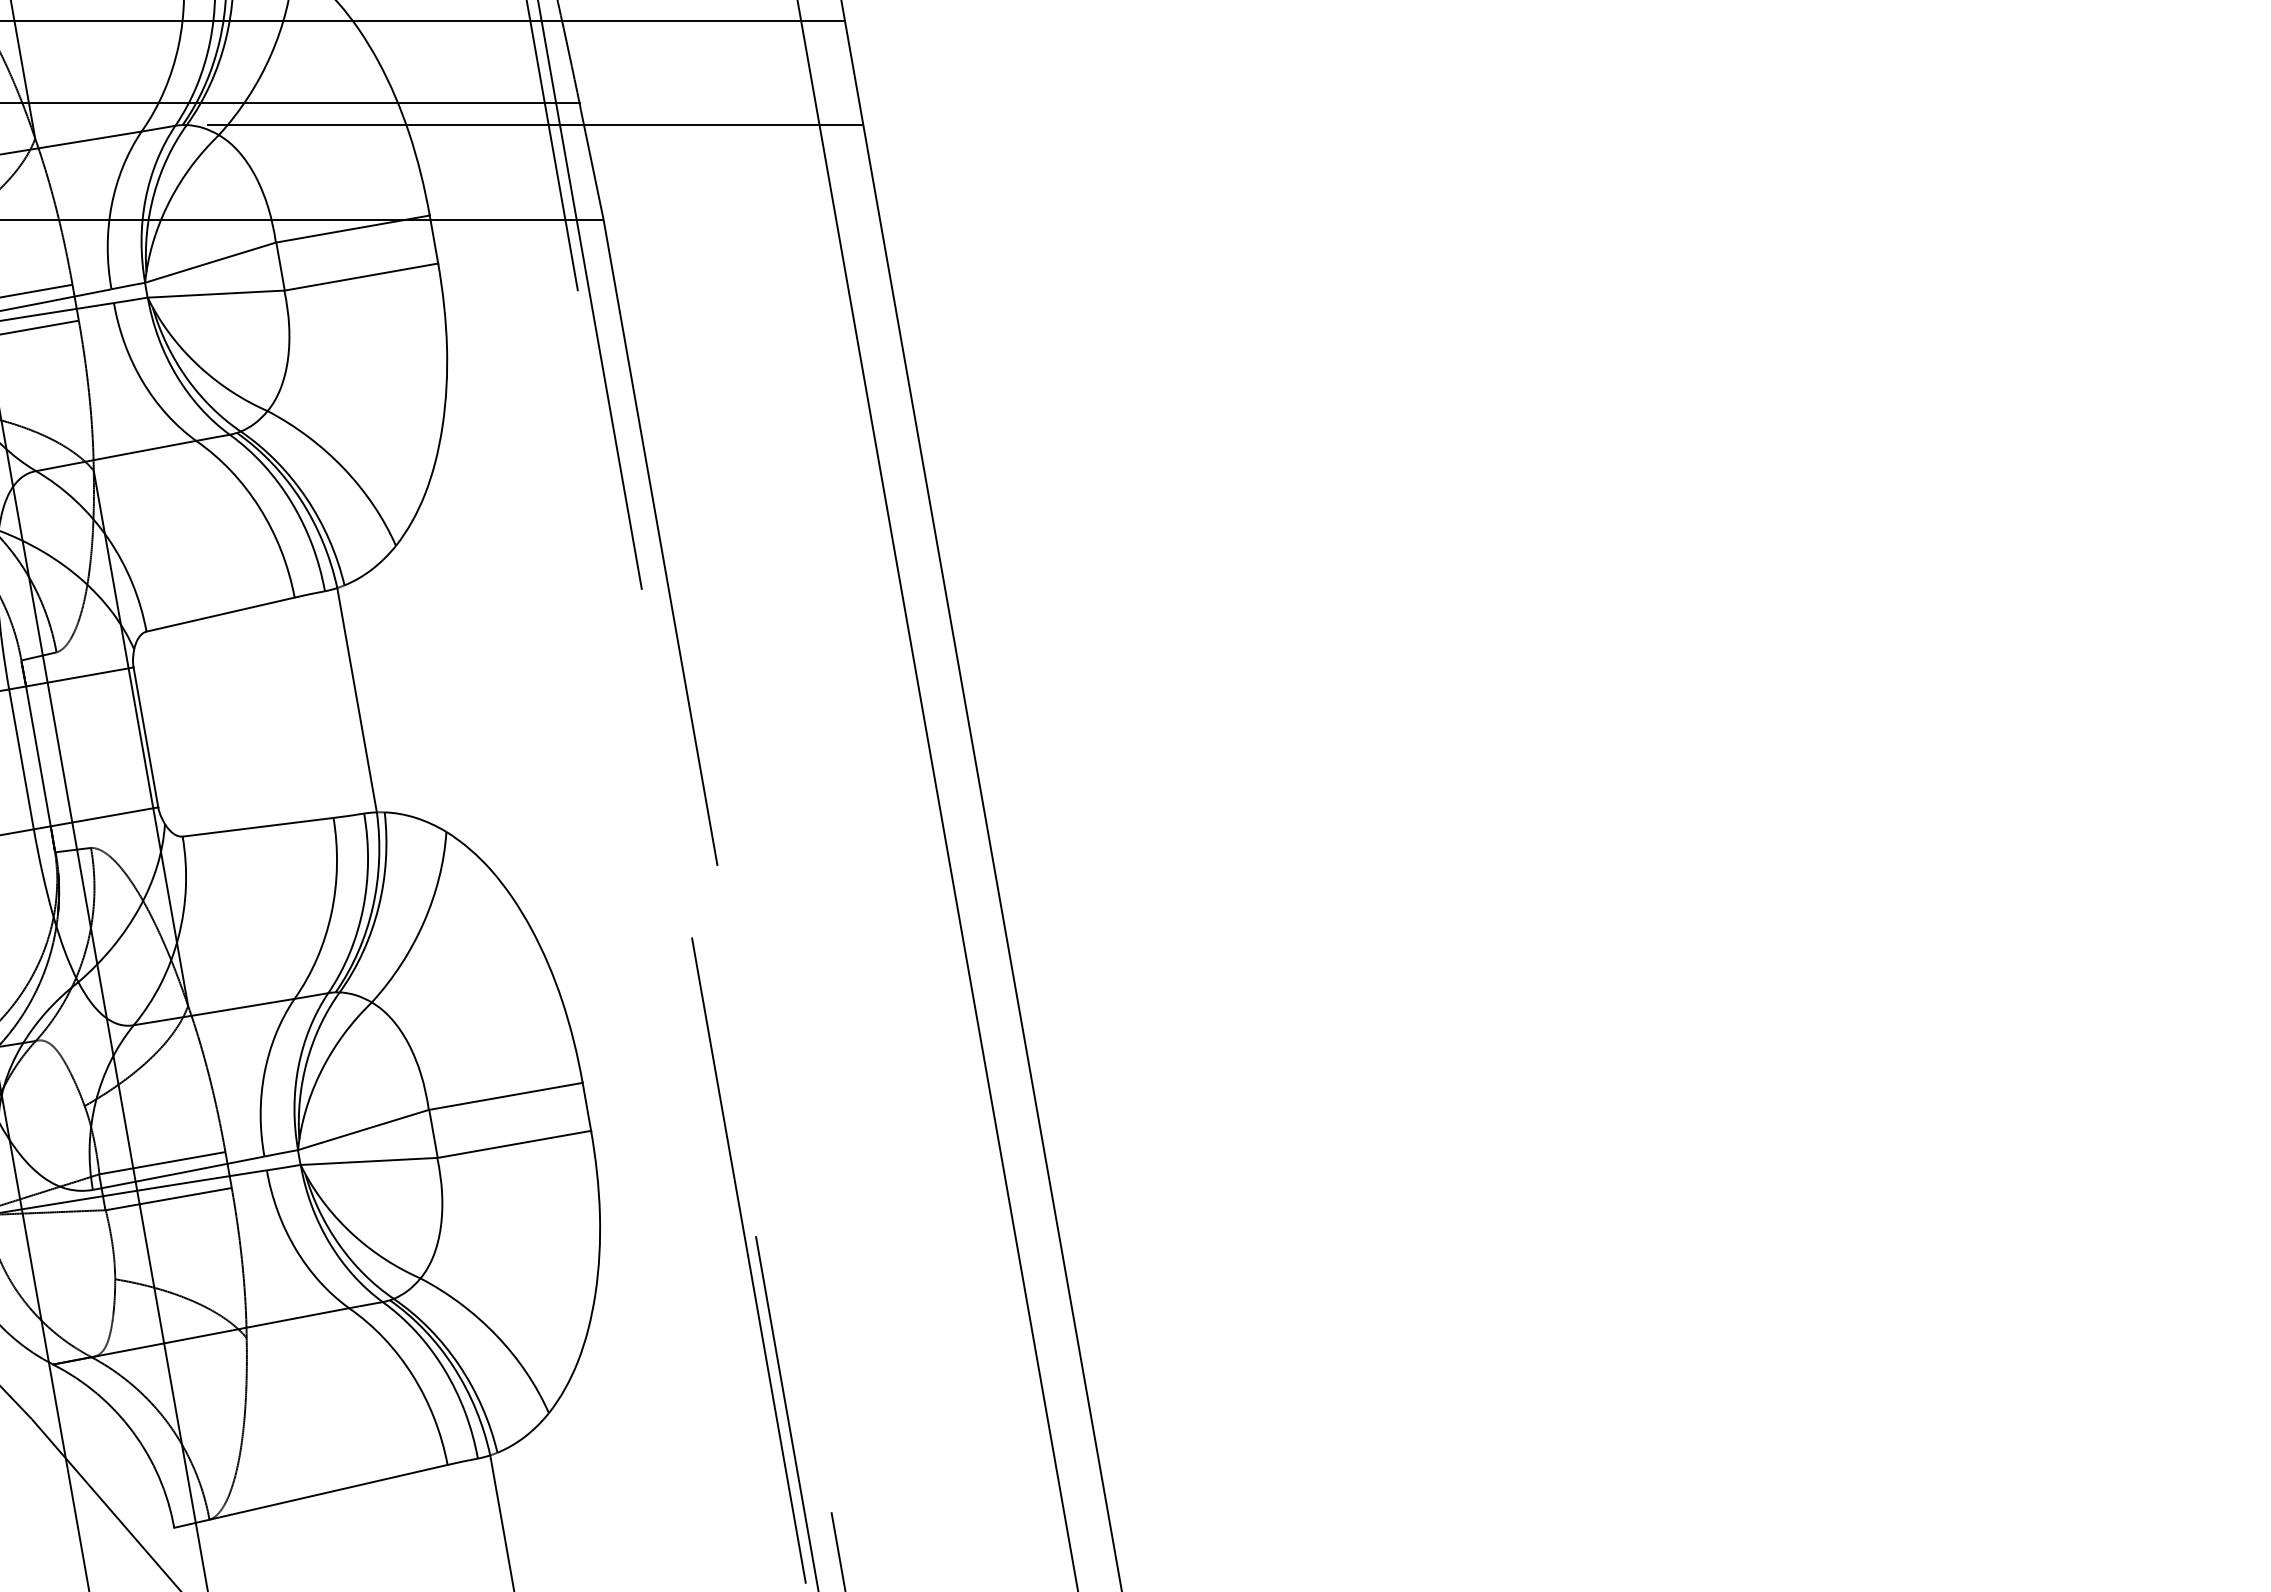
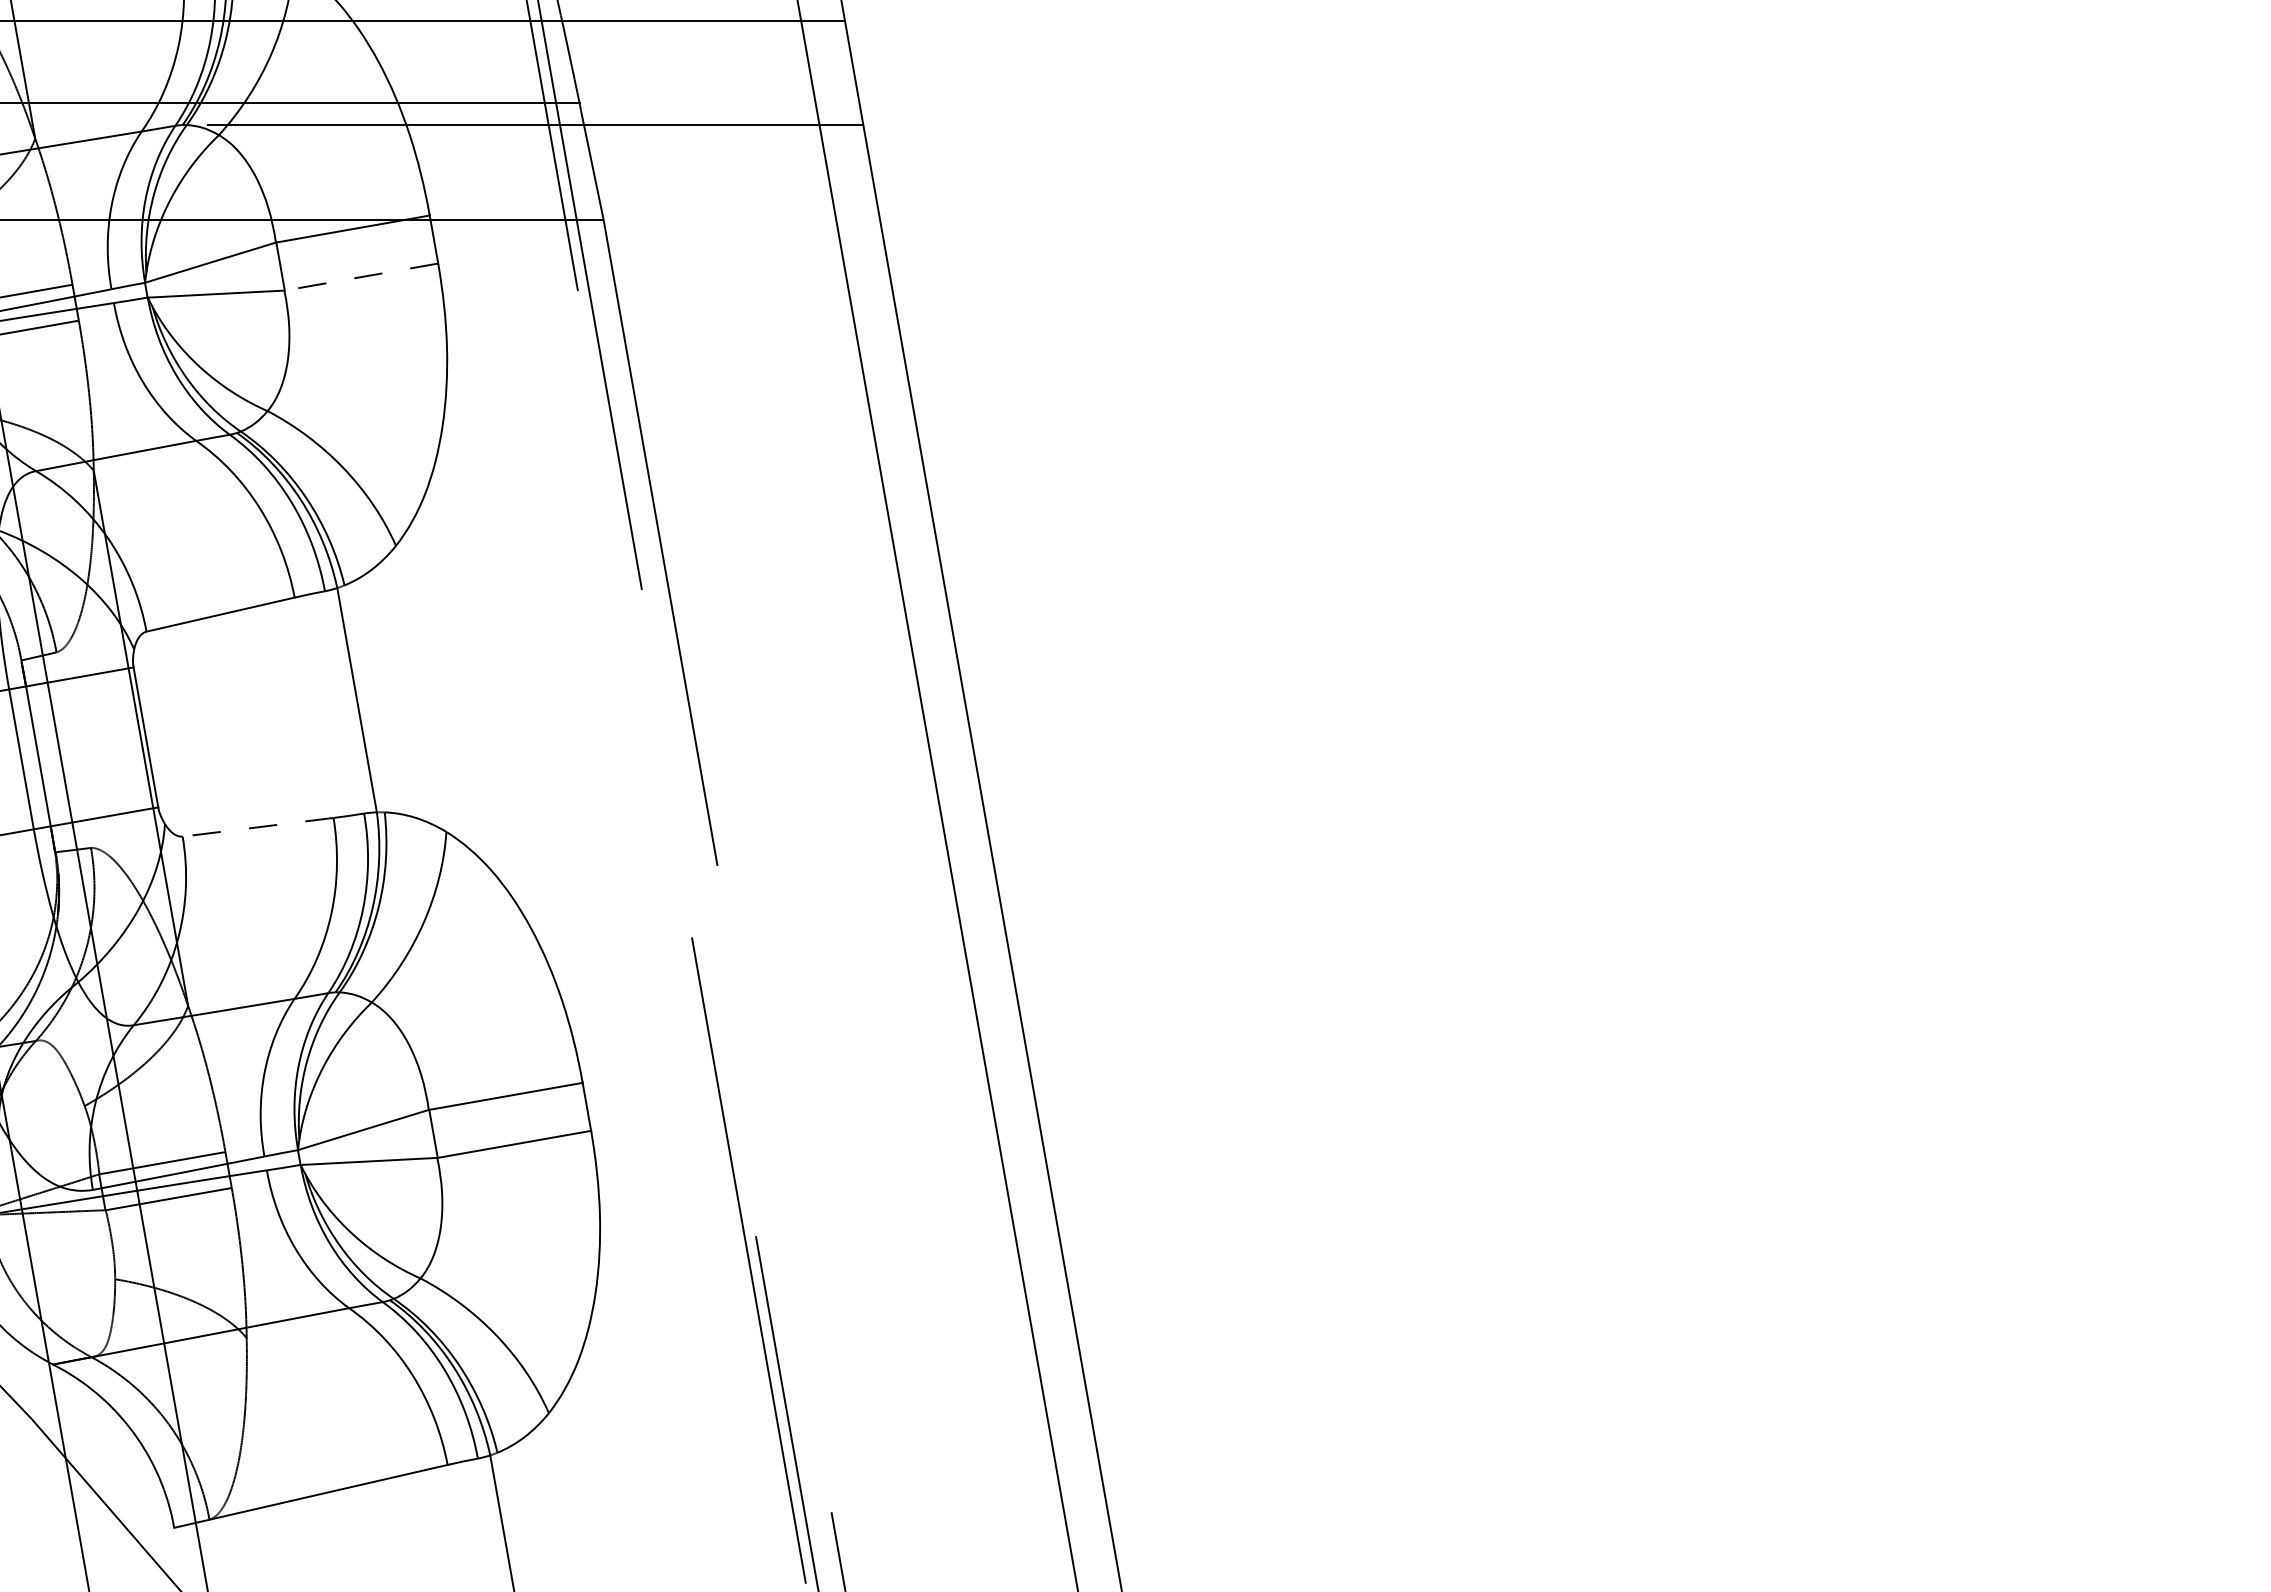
line at (361, 277): solid -> dashed
line at (257, 827): solid -> dashed
